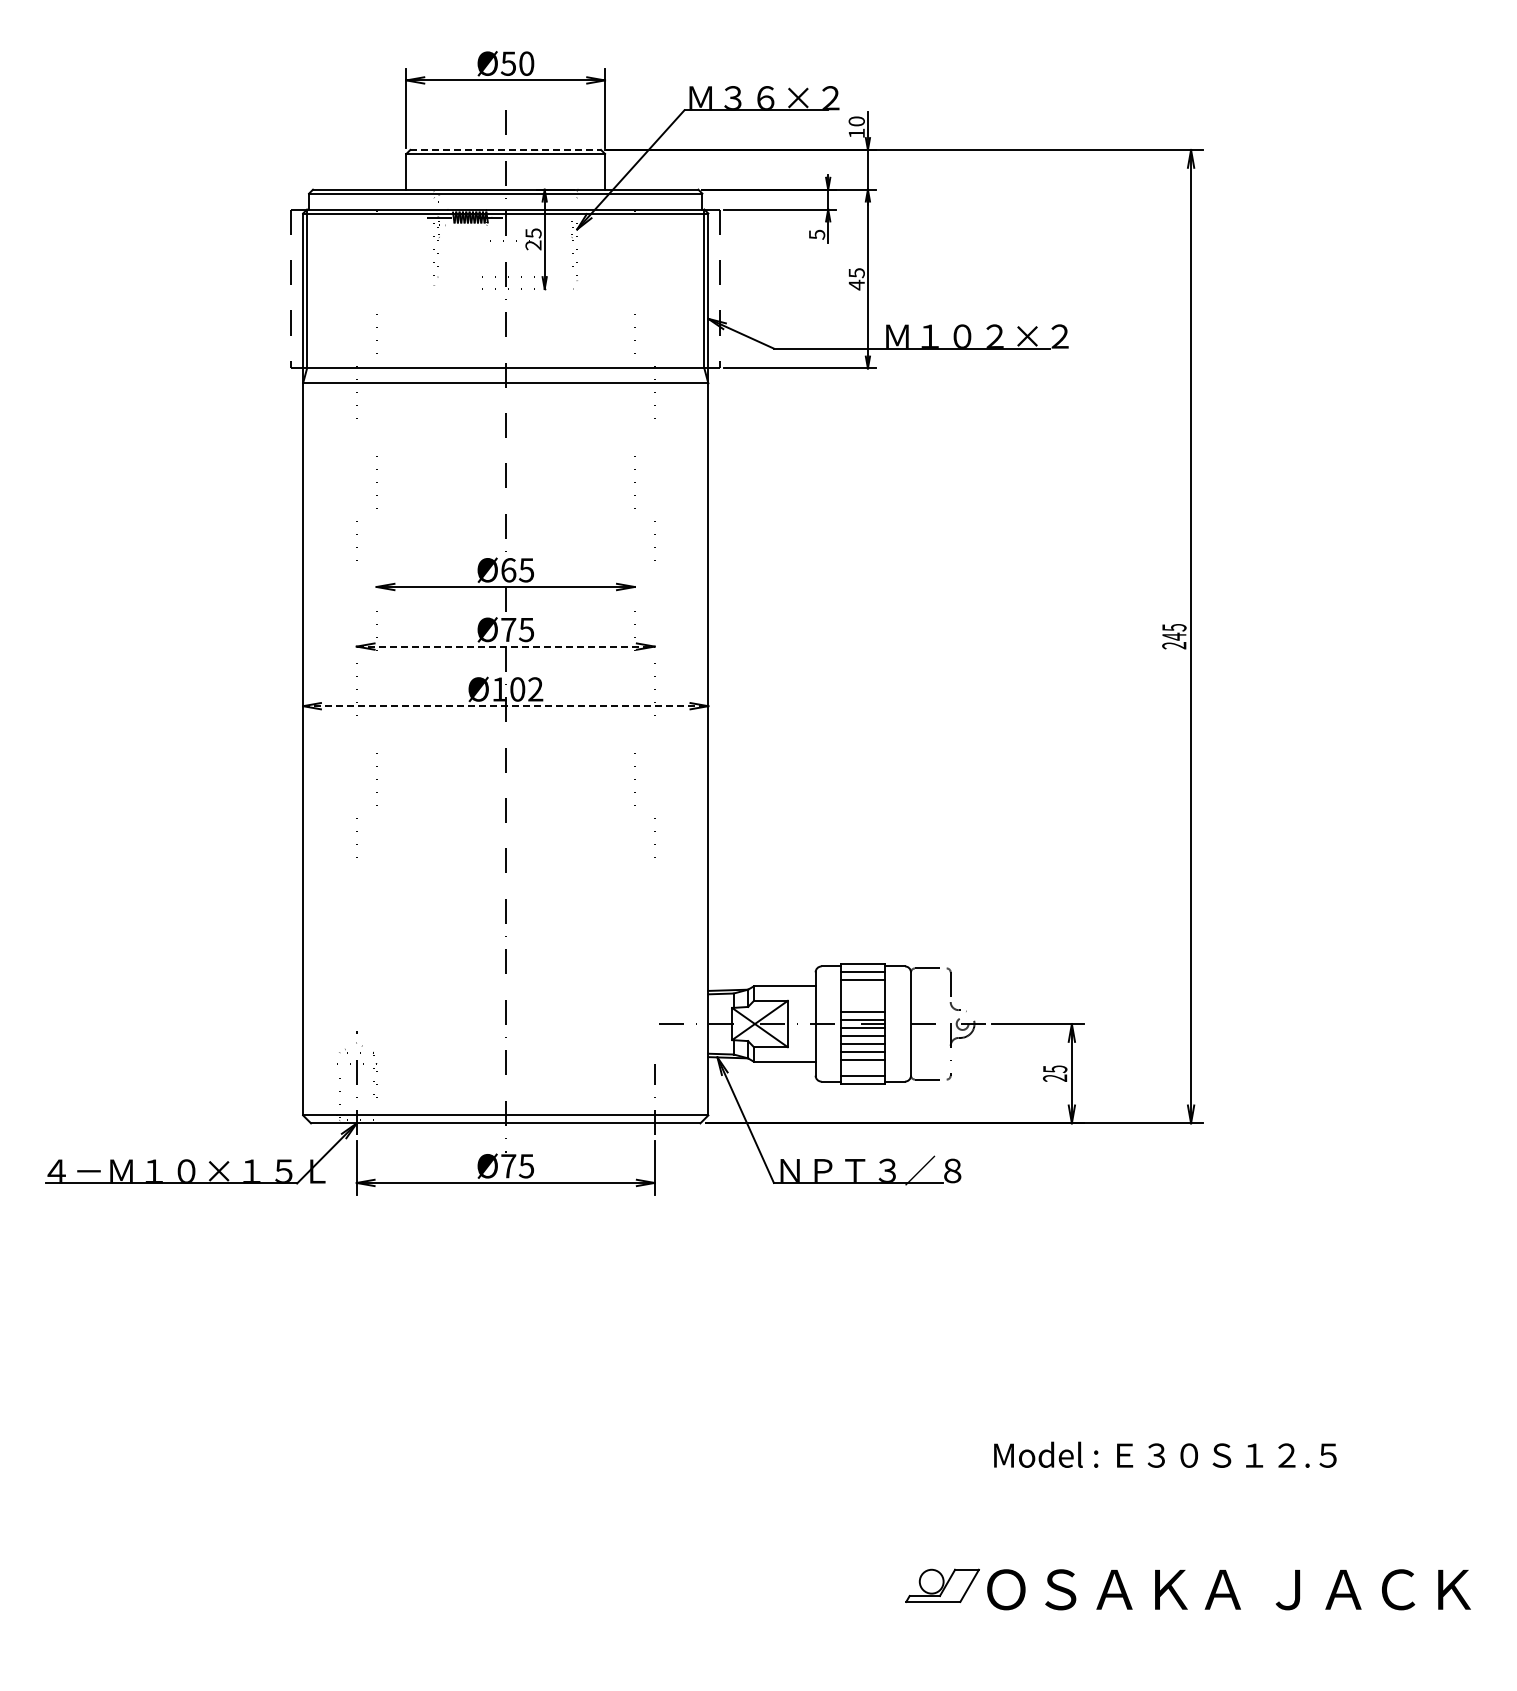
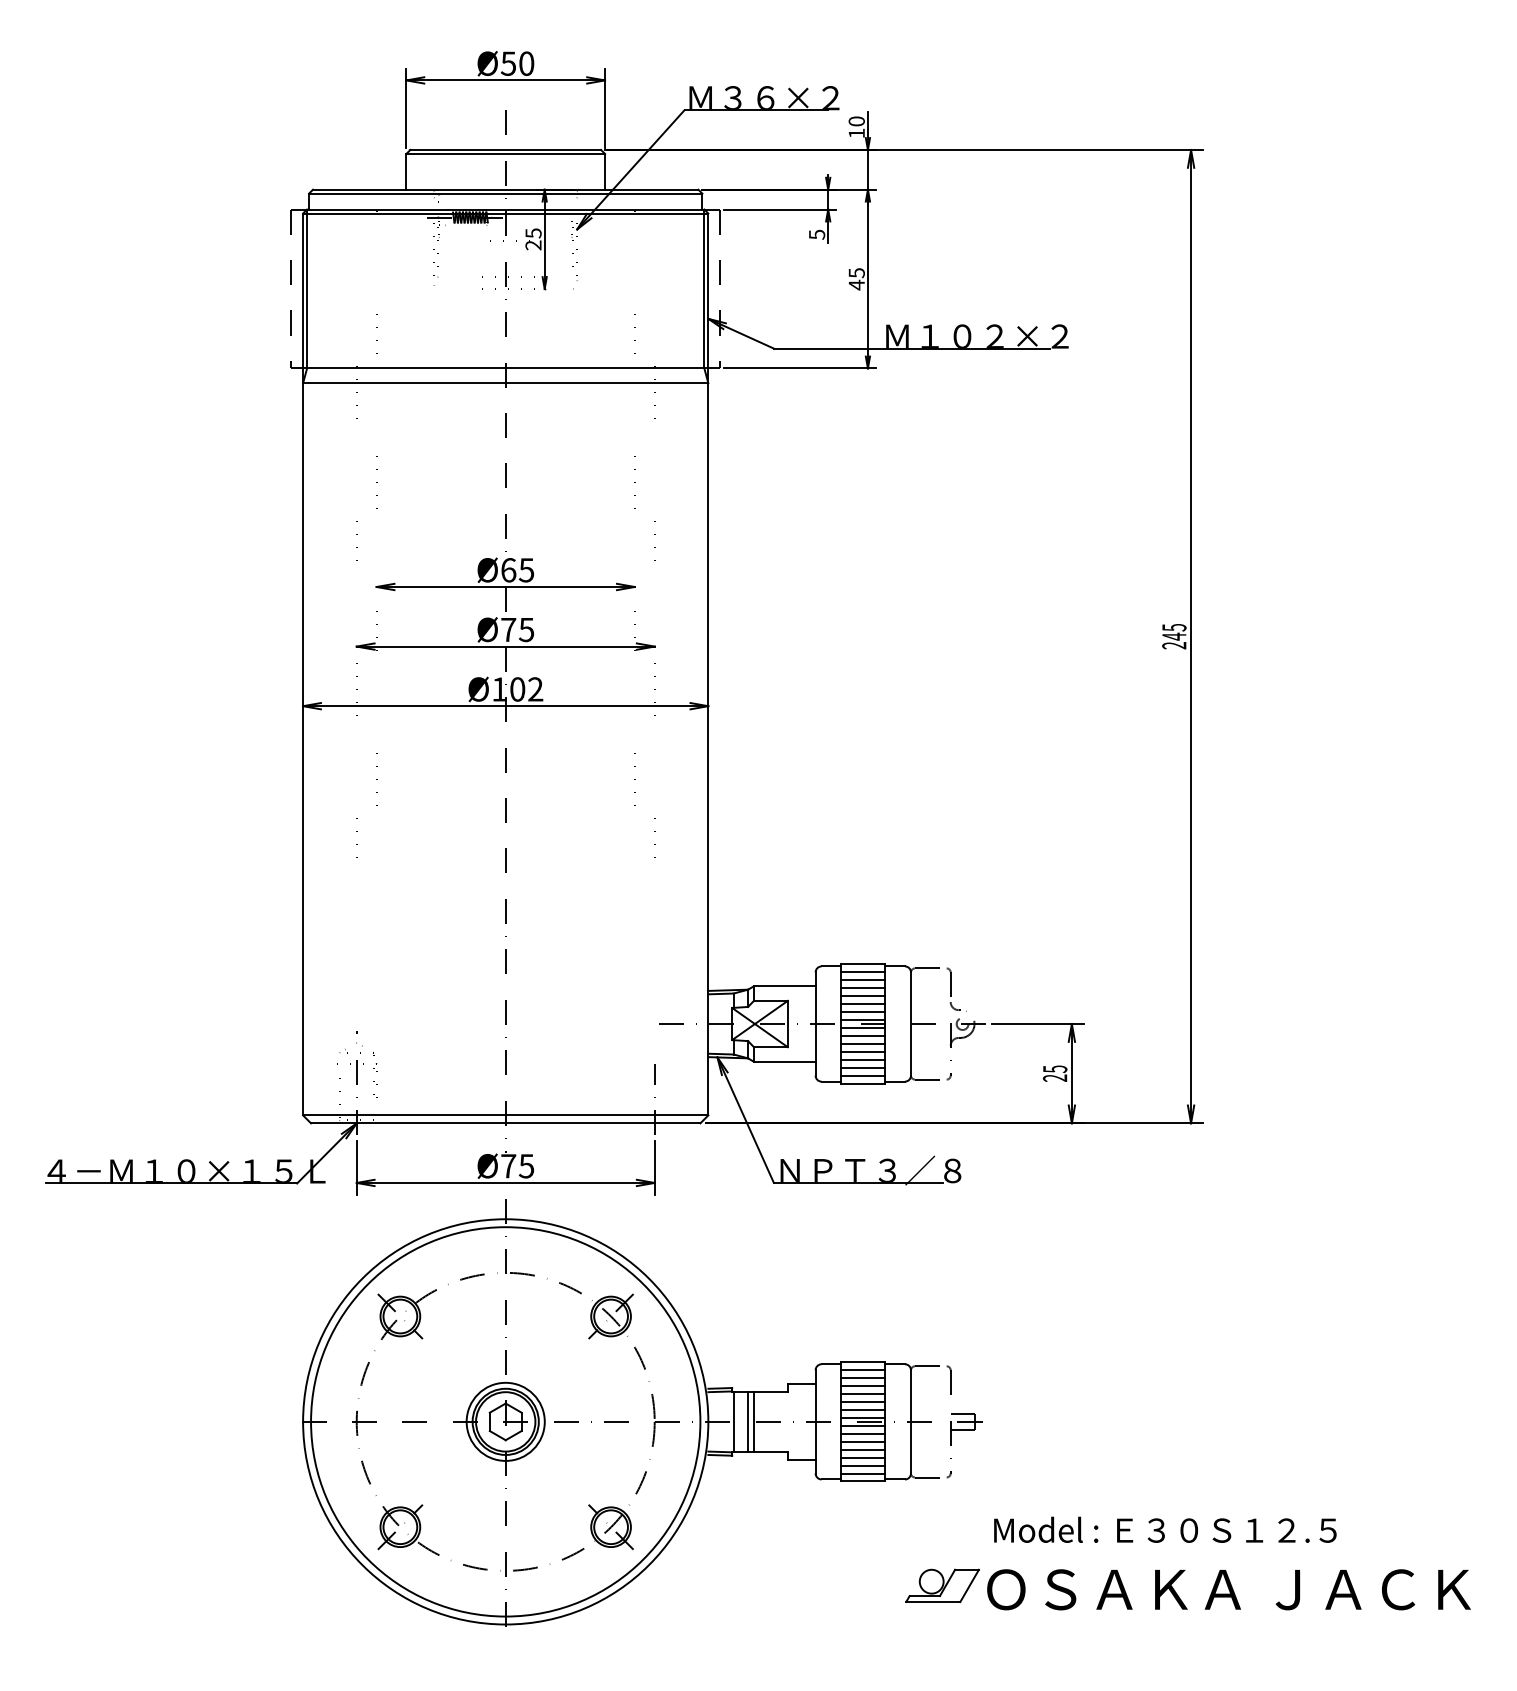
line at (506, 149): dashed -> solid
line at (505, 646): dashed -> solid
line at (505, 706): dashed -> solid
line at (863, 988): none -> present
line at (863, 996): none -> present
line at (863, 1004): none -> present
line at (863, 1067): none -> present
part at (642, 1412): none -> present
text at (1165, 1454) position: (1165, 1454) -> (1165, 1529)
